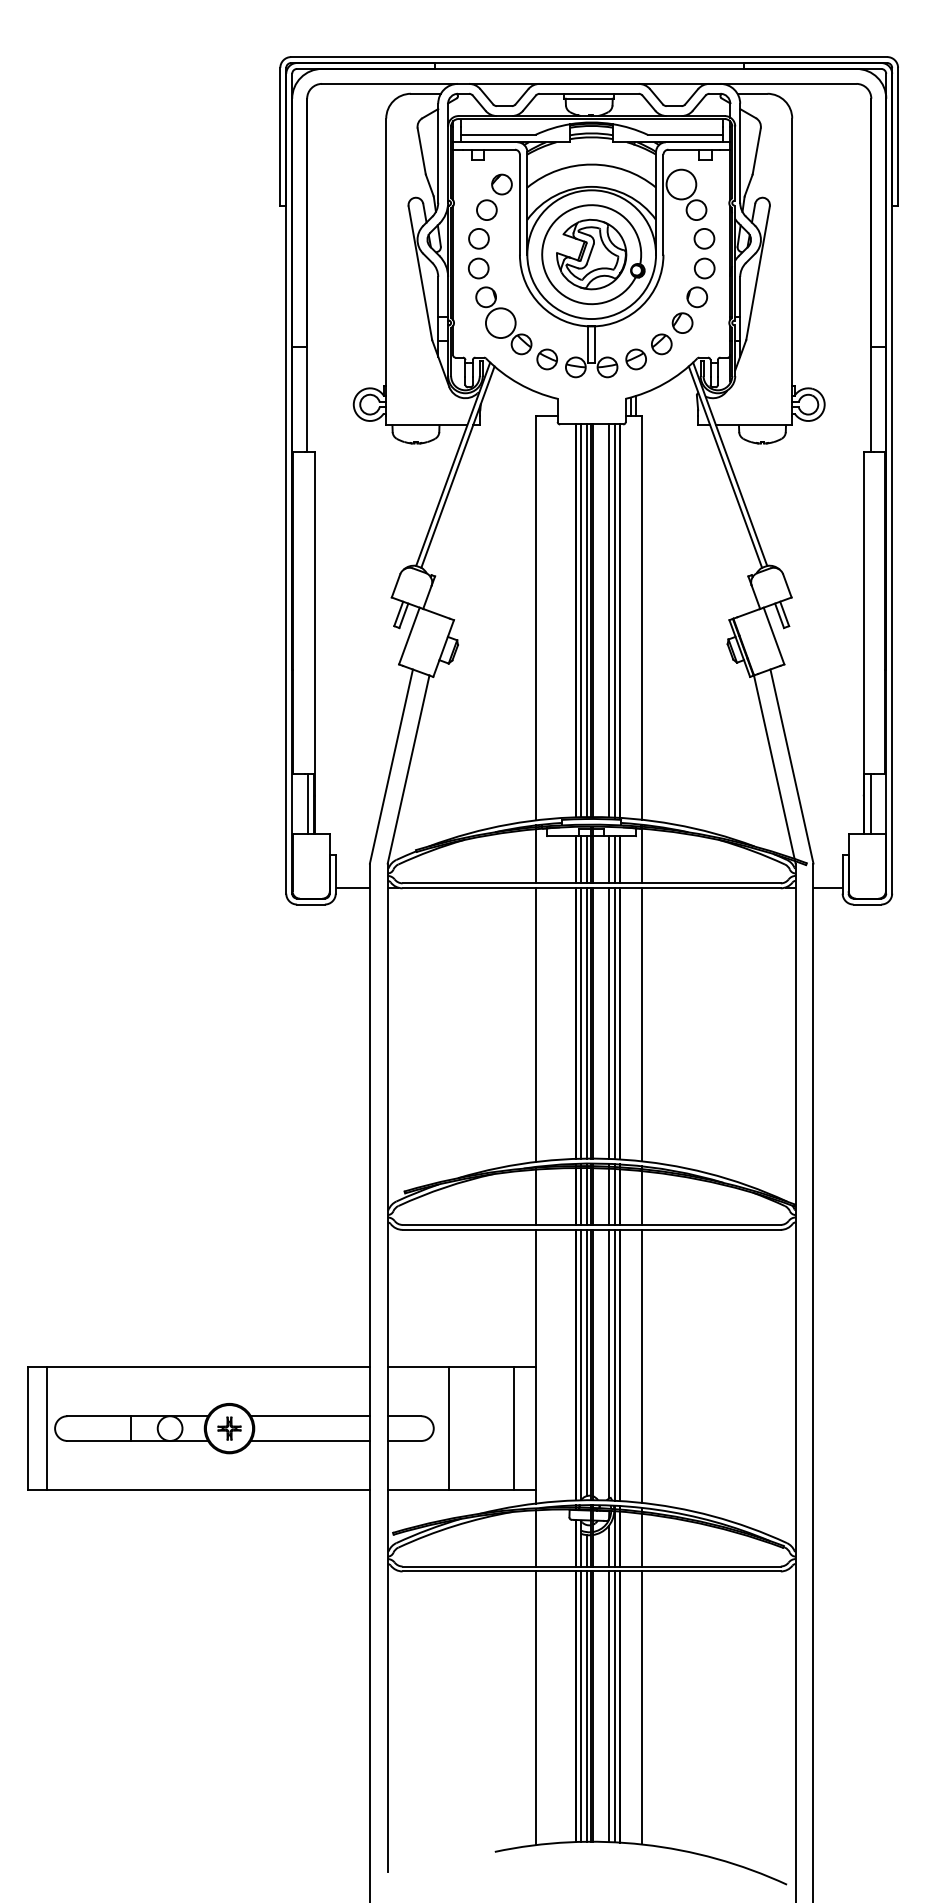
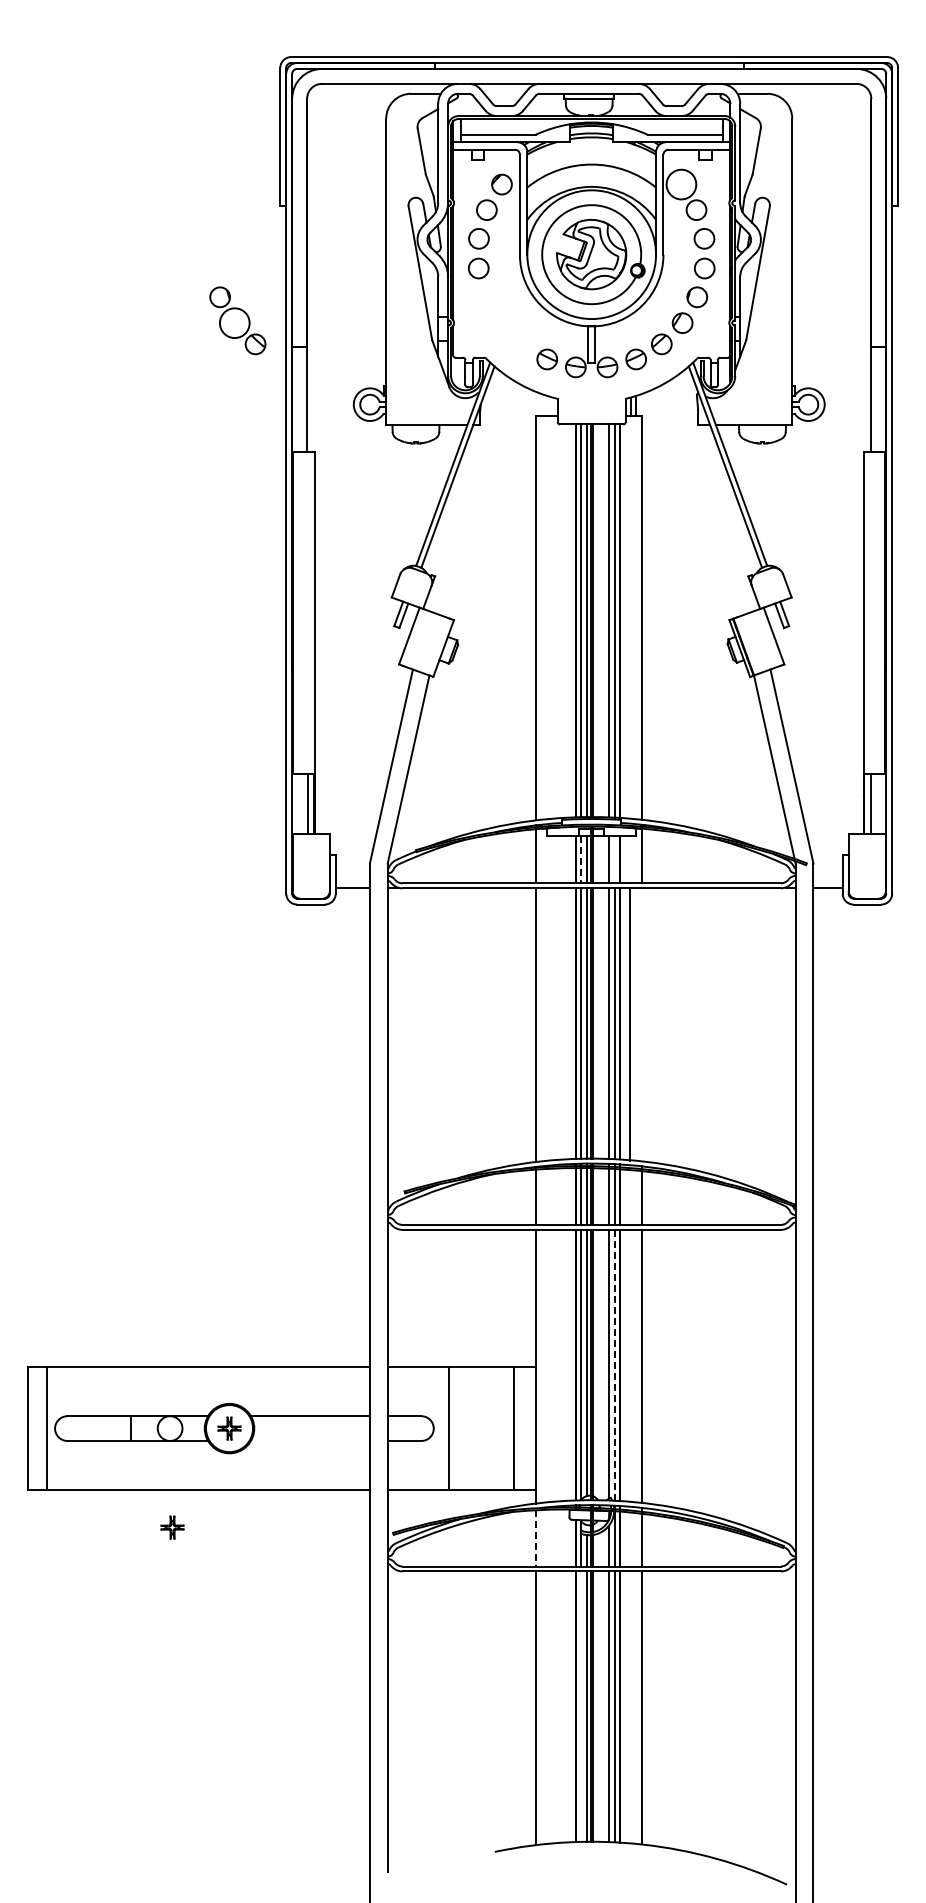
part at (503, 320) position: (503, 320) -> (237, 320)
line at (581, 859): solid -> dashed
line at (614, 859): present -> none
line at (642, 1024) position: (642, 1024) -> (630, 1024)
line at (614, 1365): solid -> dashed
line at (309, 1440): present -> none
part at (172, 1527): none -> present
line at (535, 1538): solid -> dashed
line at (581, 1706): present -> none
